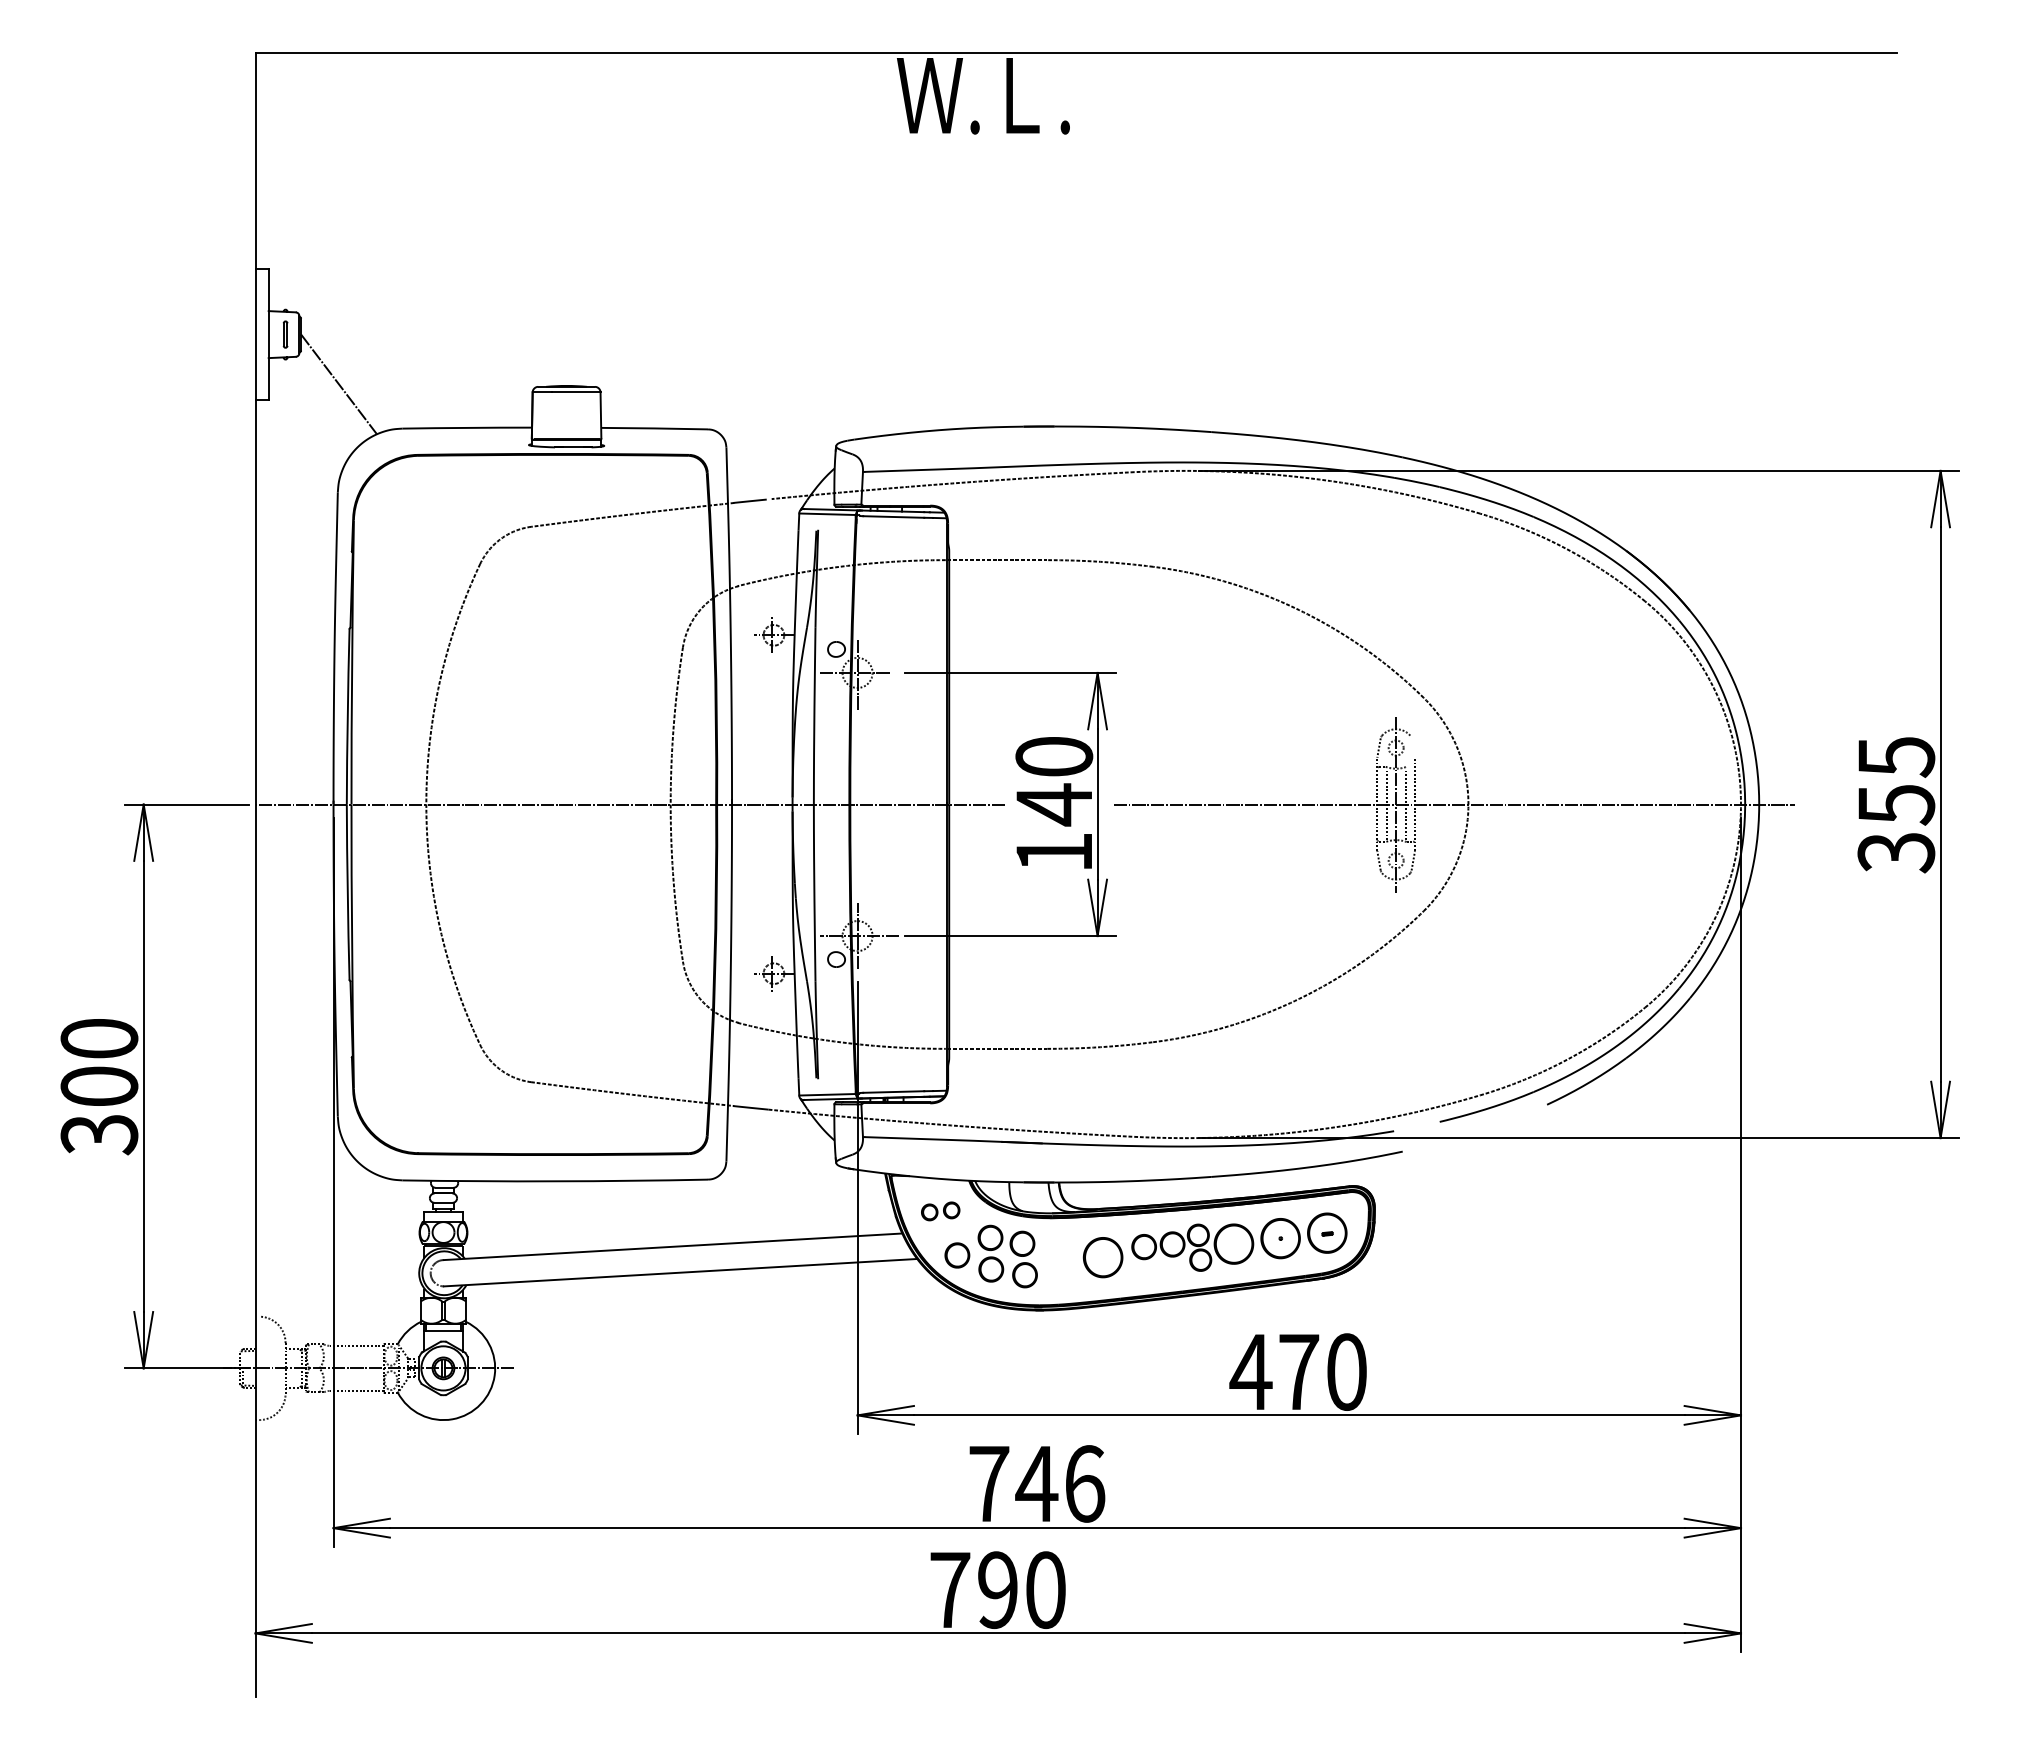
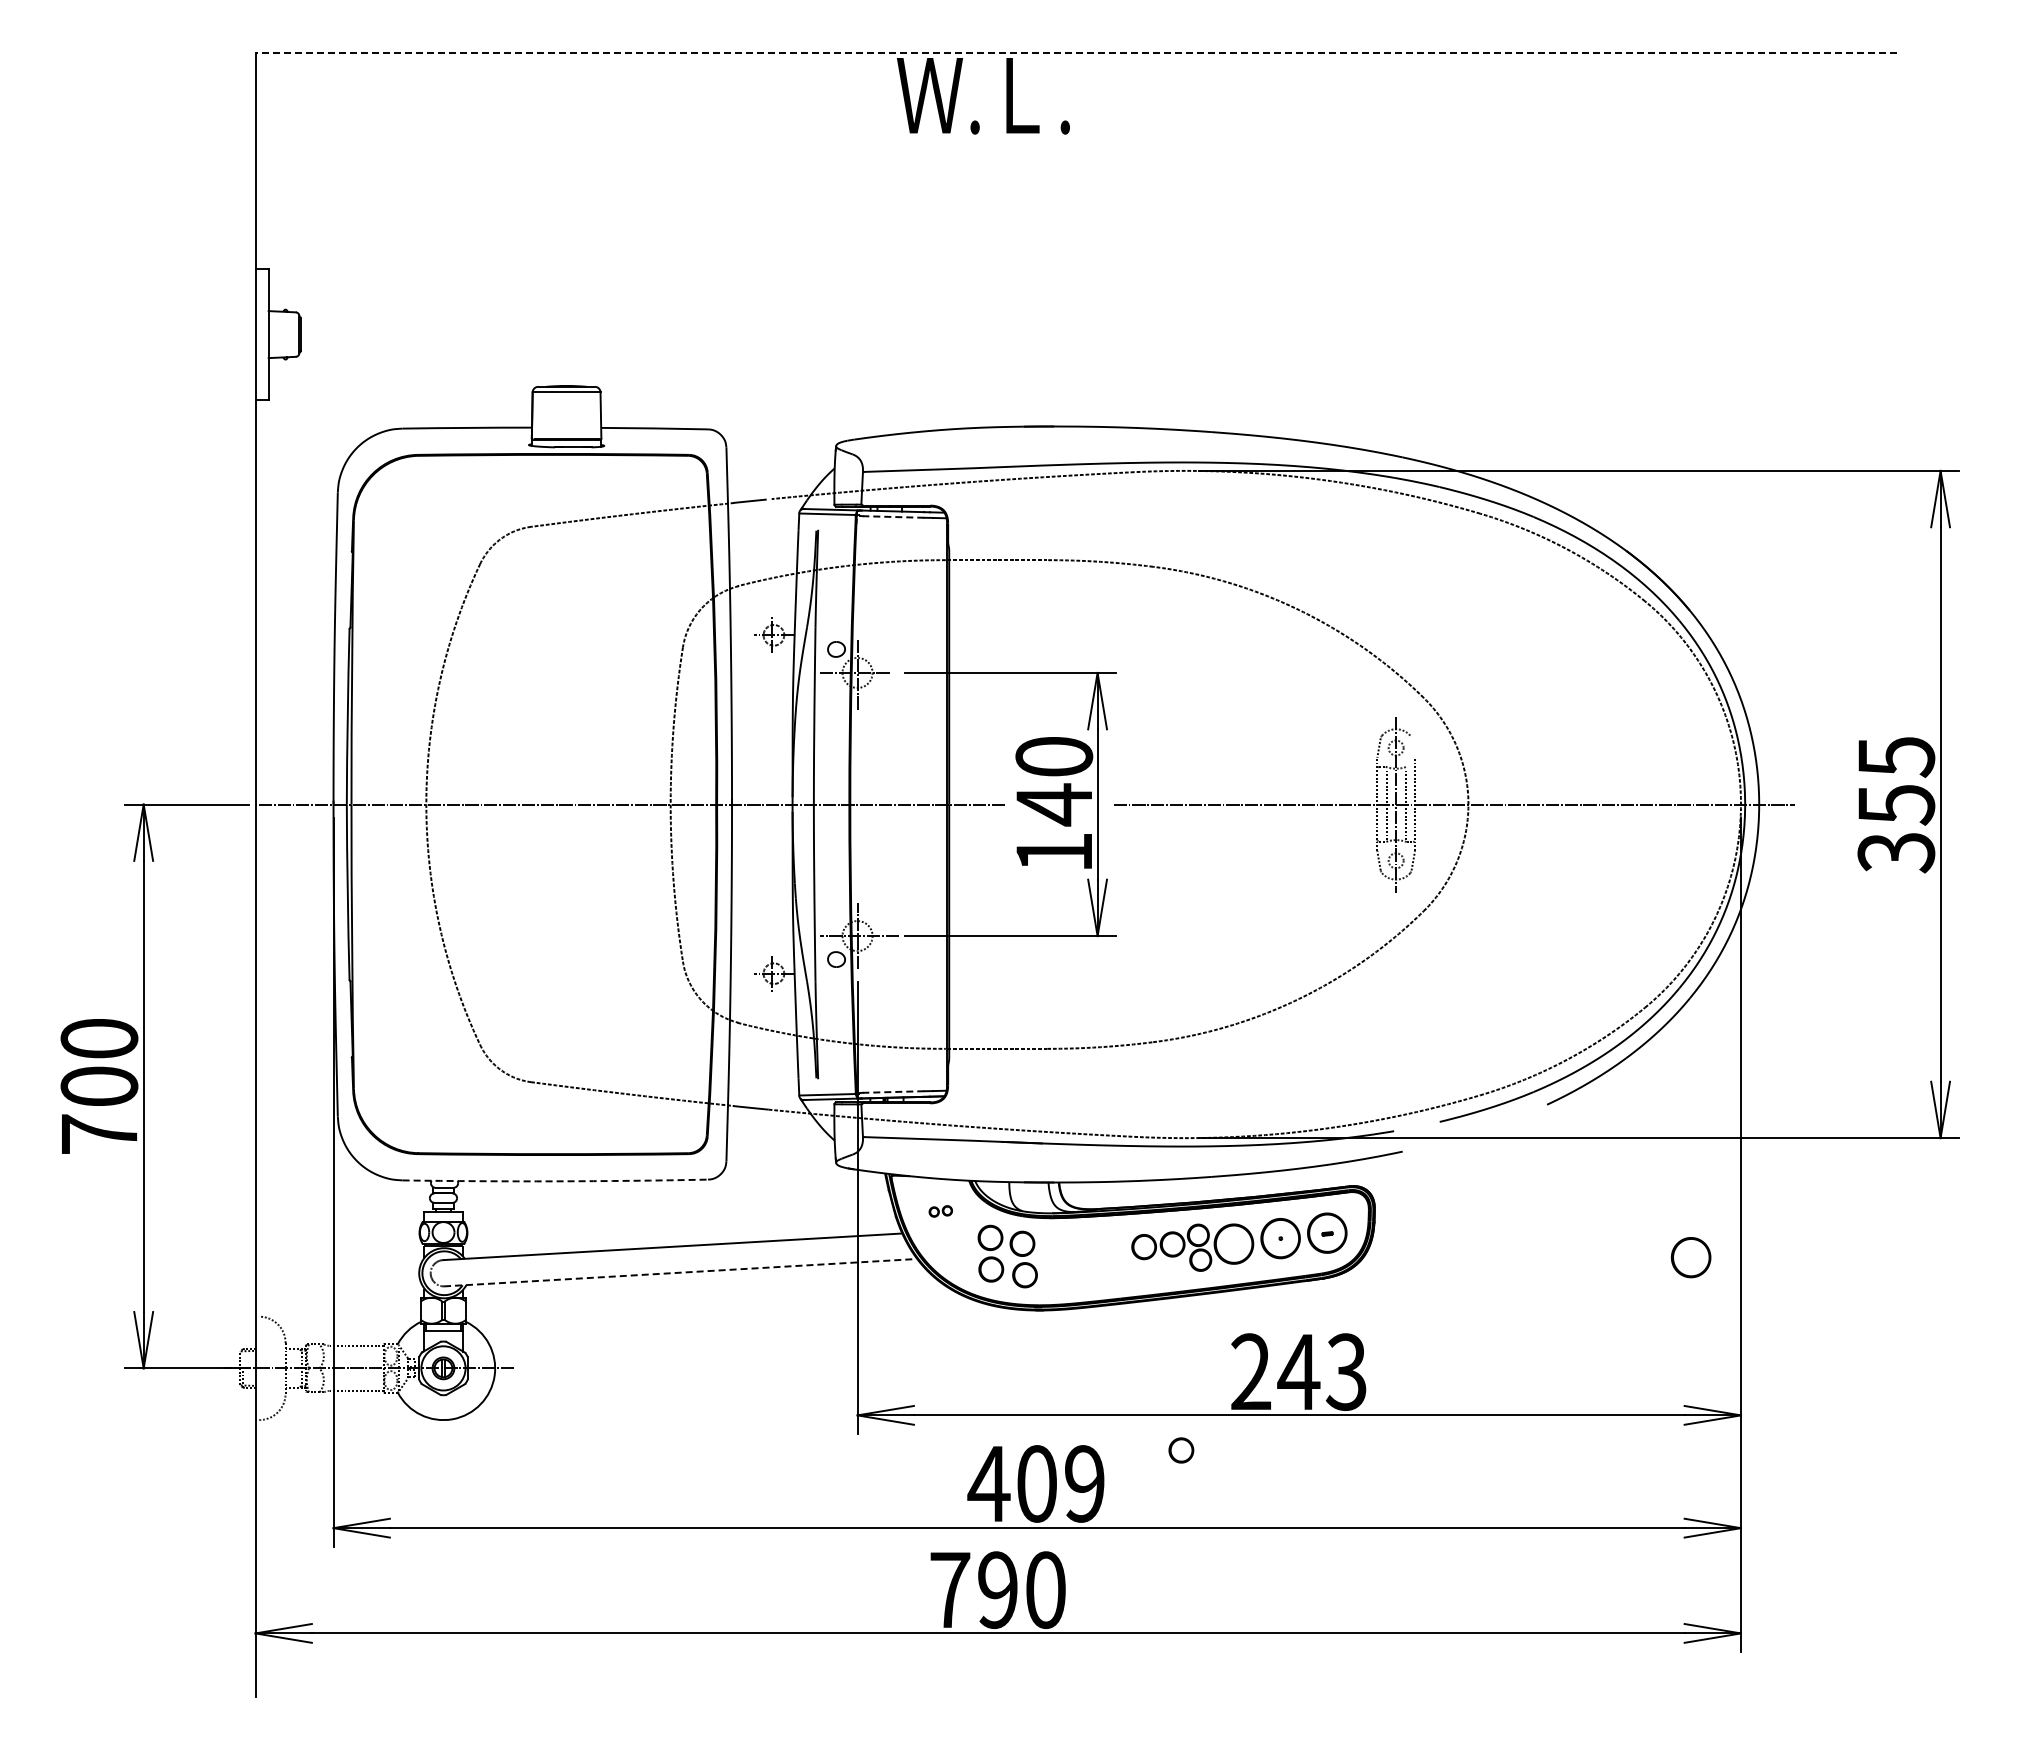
line at (1076, 52): solid -> dashed
part at (285, 334): present -> none
line at (338, 383): present -> none
line at (893, 517): solid -> dashed
line at (893, 1092): solid -> dashed
text at (99, 1134): 300 -> 700
arc at (555, 1181): solid -> dashed
part at (940, 1211) size: 40x21 px -> 25x13 px
part at (957, 1255) position: (957, 1255) -> (1181, 1450)
part at (1102, 1257) position: (1102, 1257) -> (1690, 1257)
line at (680, 1272): solid -> dashed
text at (1297, 1371): 470 -> 243
text at (1036, 1483): 746 -> 409
